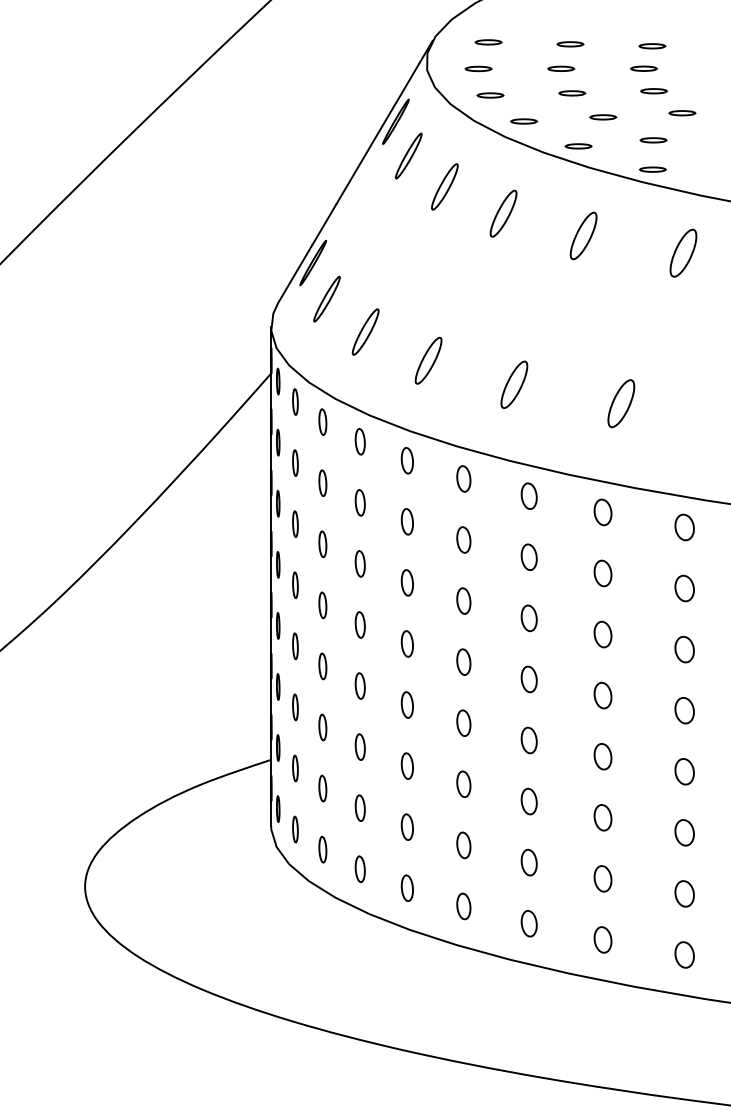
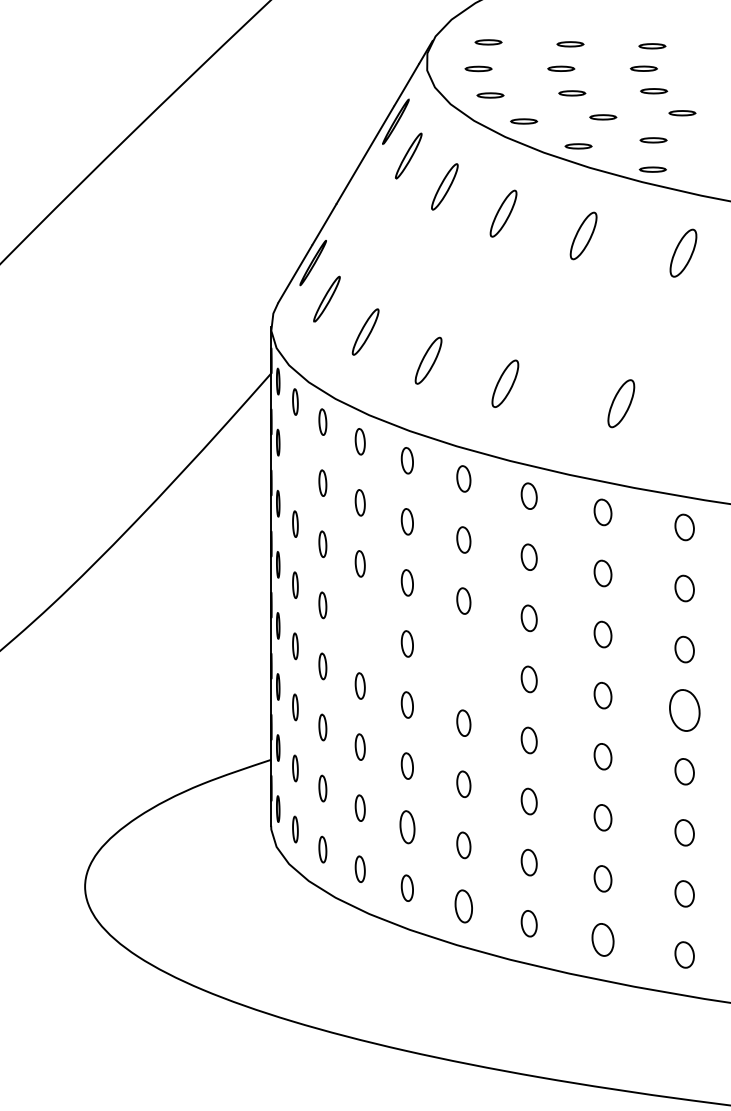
part at (514, 384) position: (514, 384) -> (505, 383)
part at (295, 462): present -> none
part at (359, 624): present -> none
part at (463, 661): present -> none
part at (684, 710) size: 21x28 px -> 32x43 px
part at (406, 826) size: 14x28 px -> 17x35 px
part at (463, 906) size: 16x29 px -> 19x35 px
part at (602, 939) size: 20x28 px -> 24x34 px
